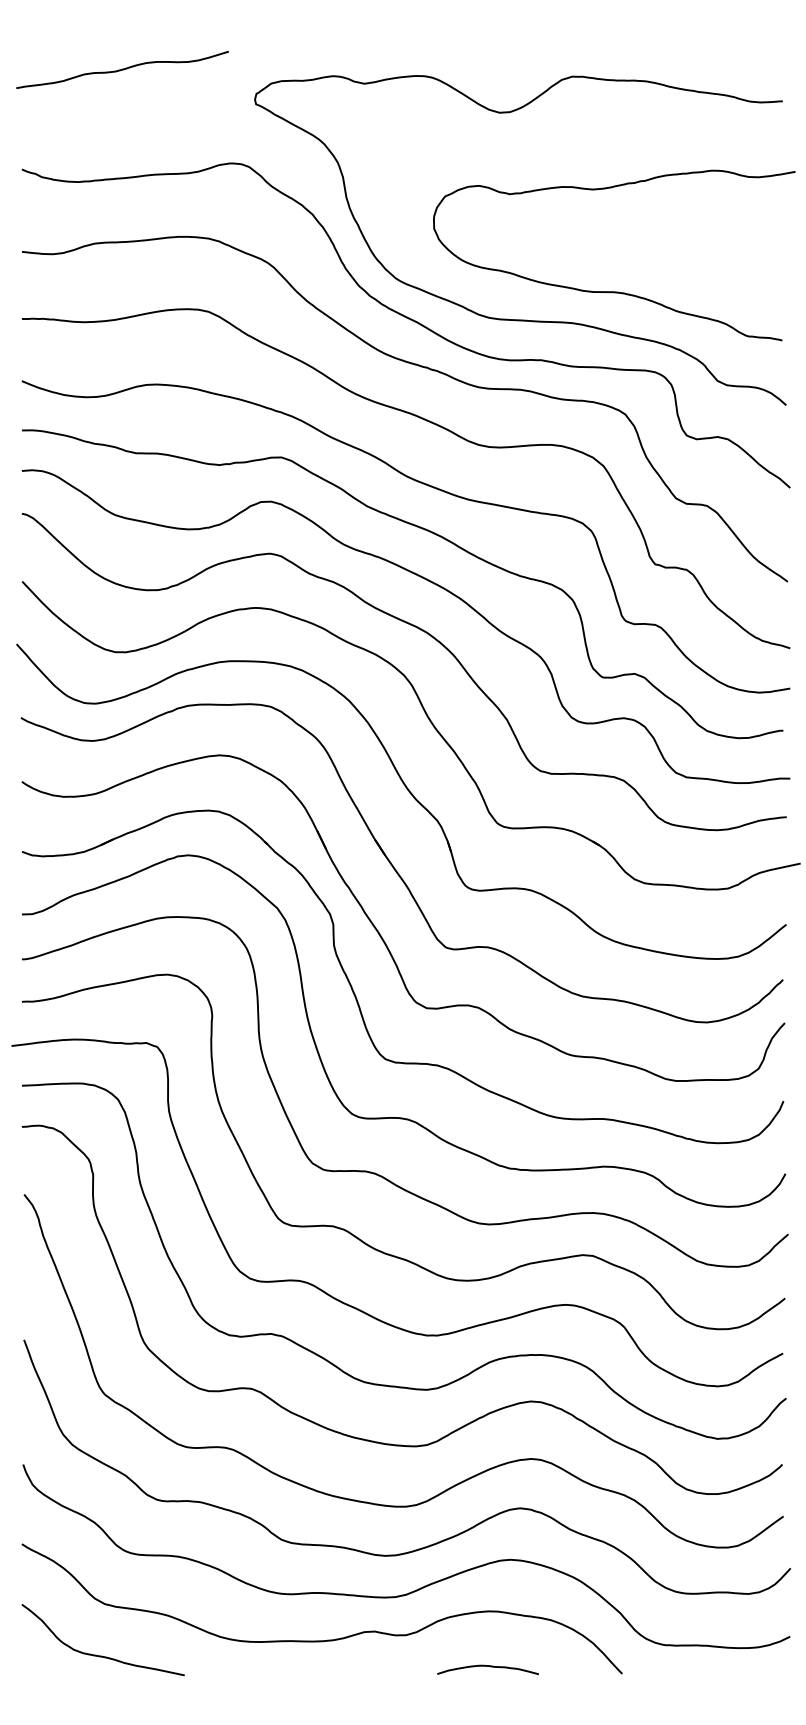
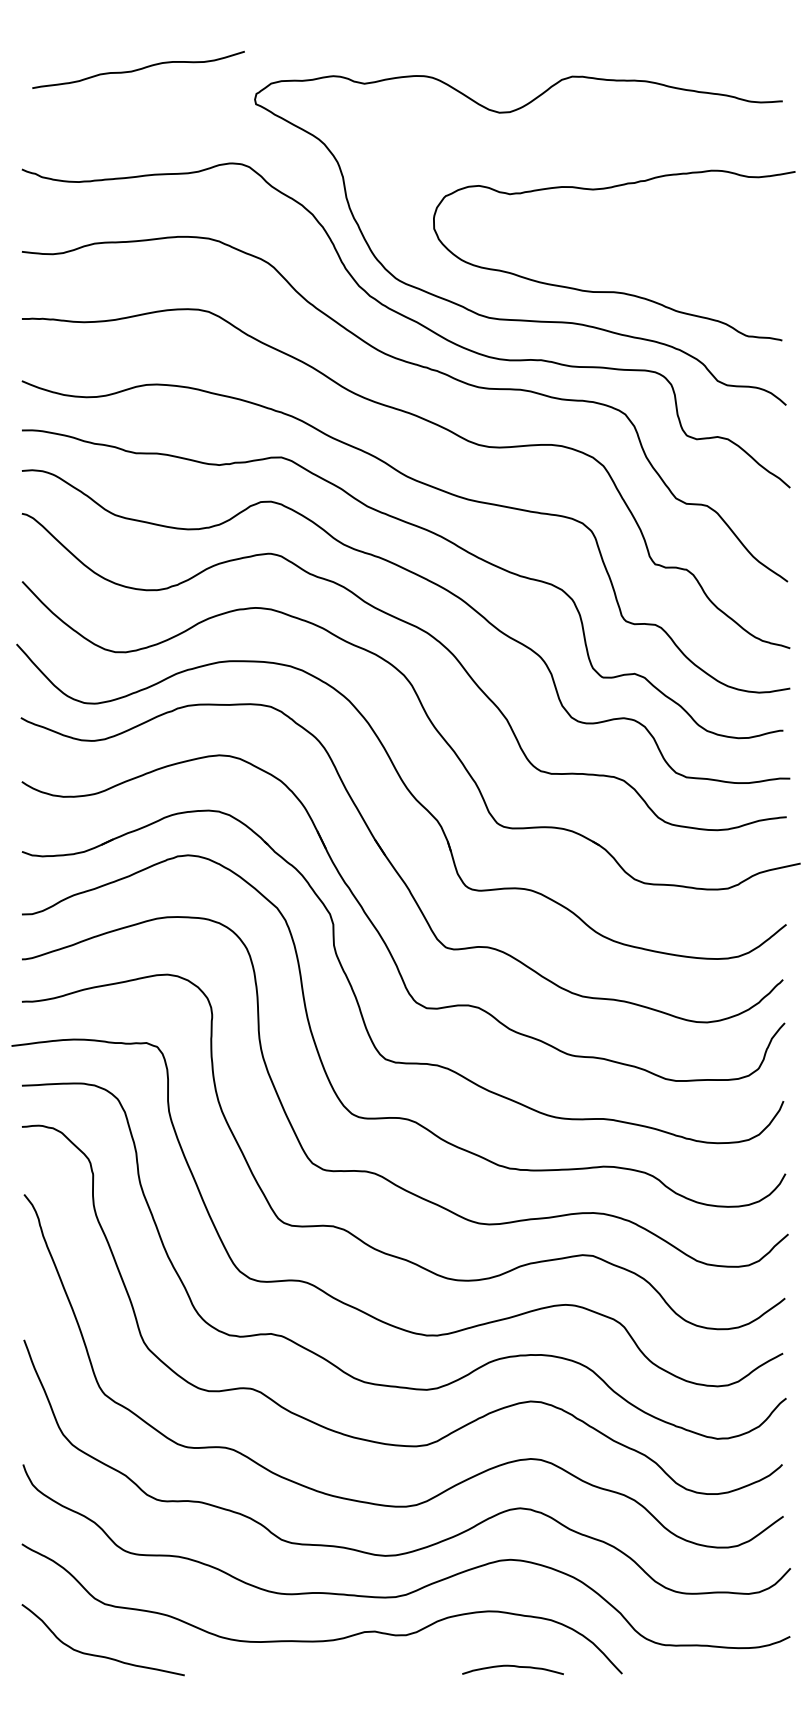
curve at (122, 69) position: (122, 69) -> (138, 69)
curve at (487, 1666) position: (487, 1666) -> (512, 1666)
